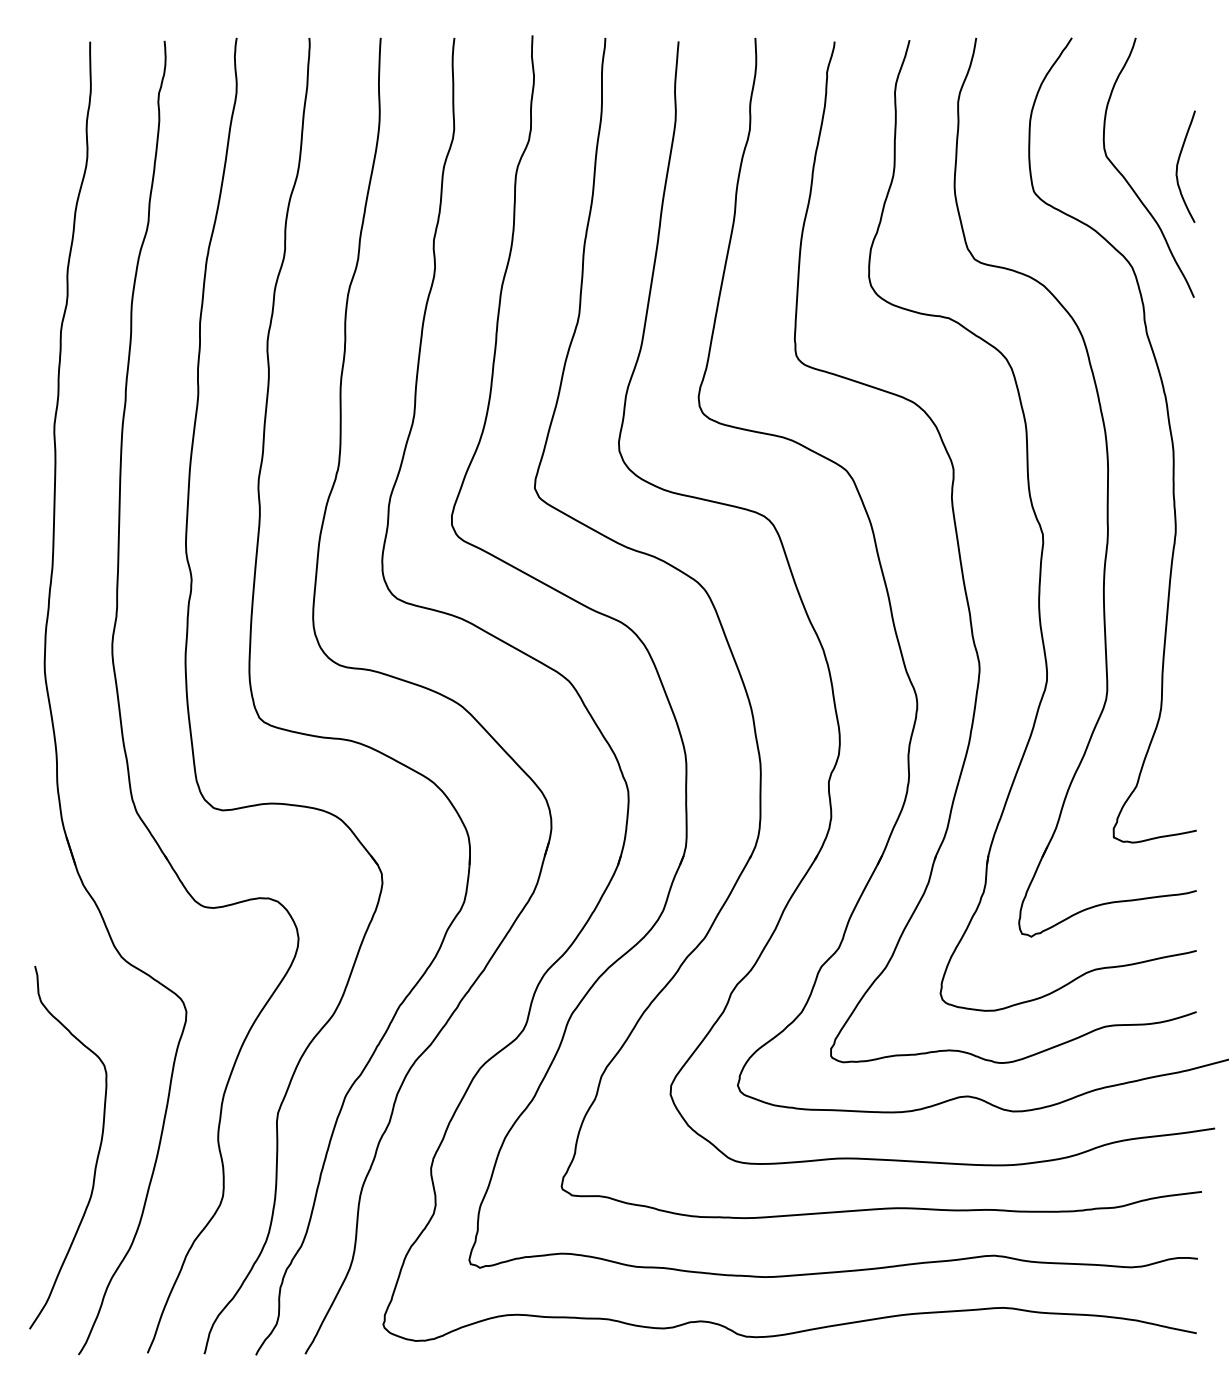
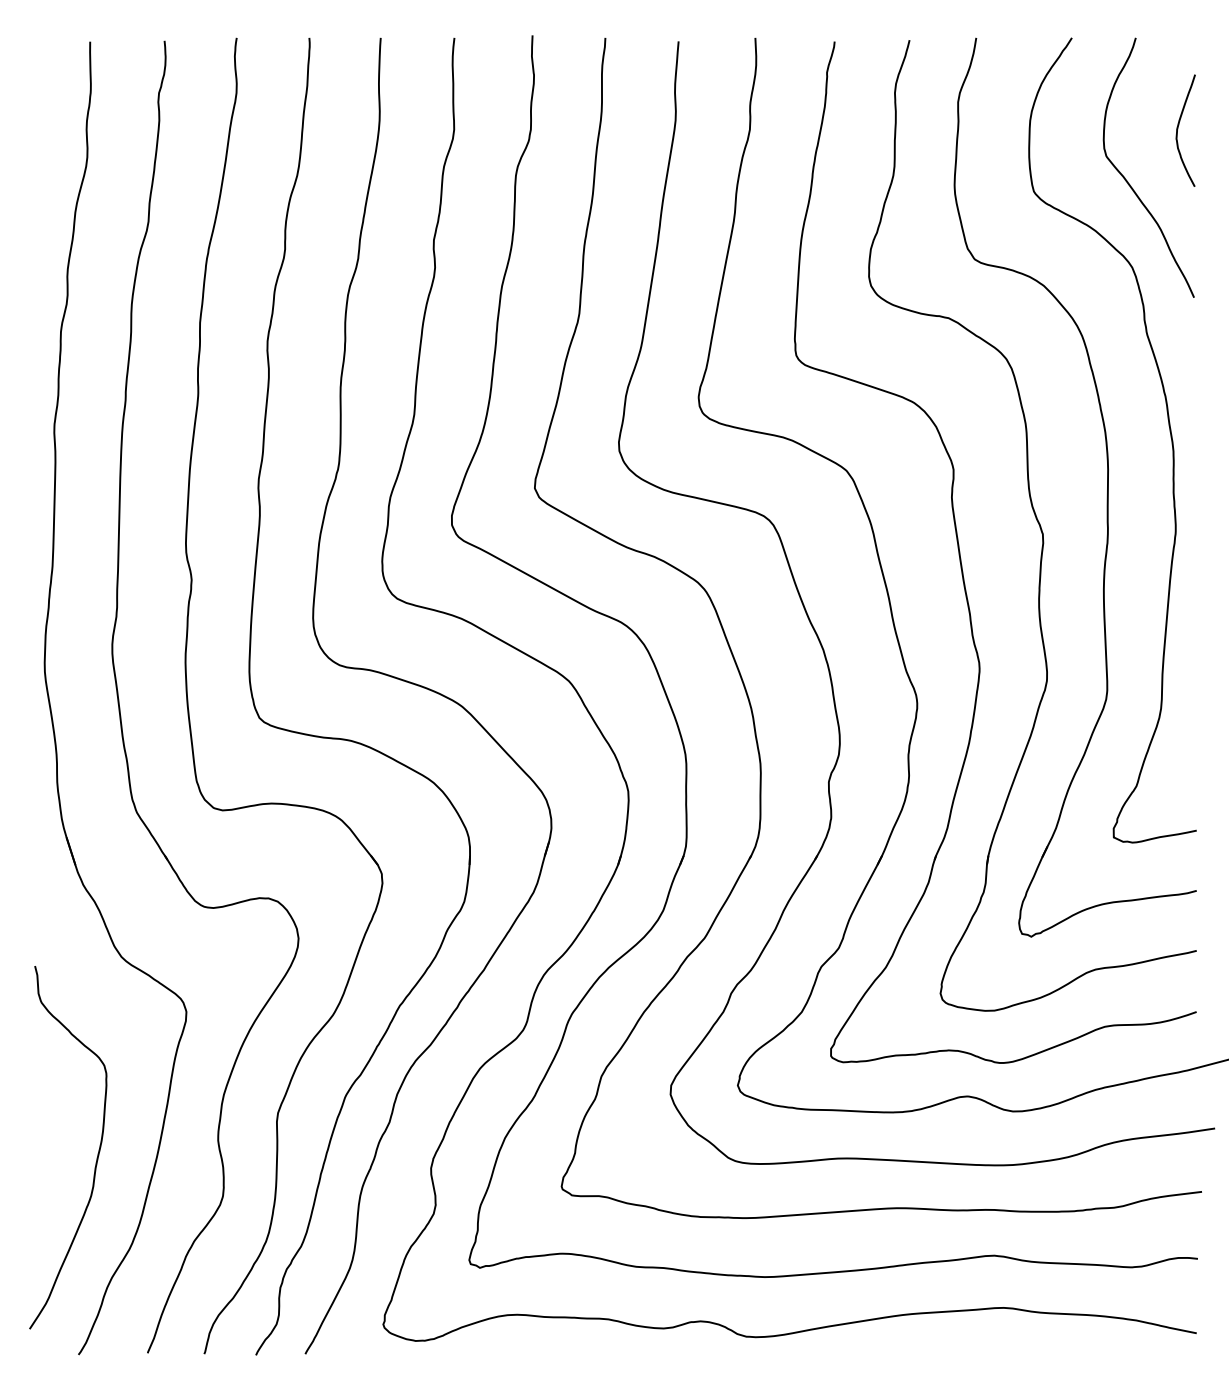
curve at (1178, 165) position: (1178, 165) -> (1178, 129)
